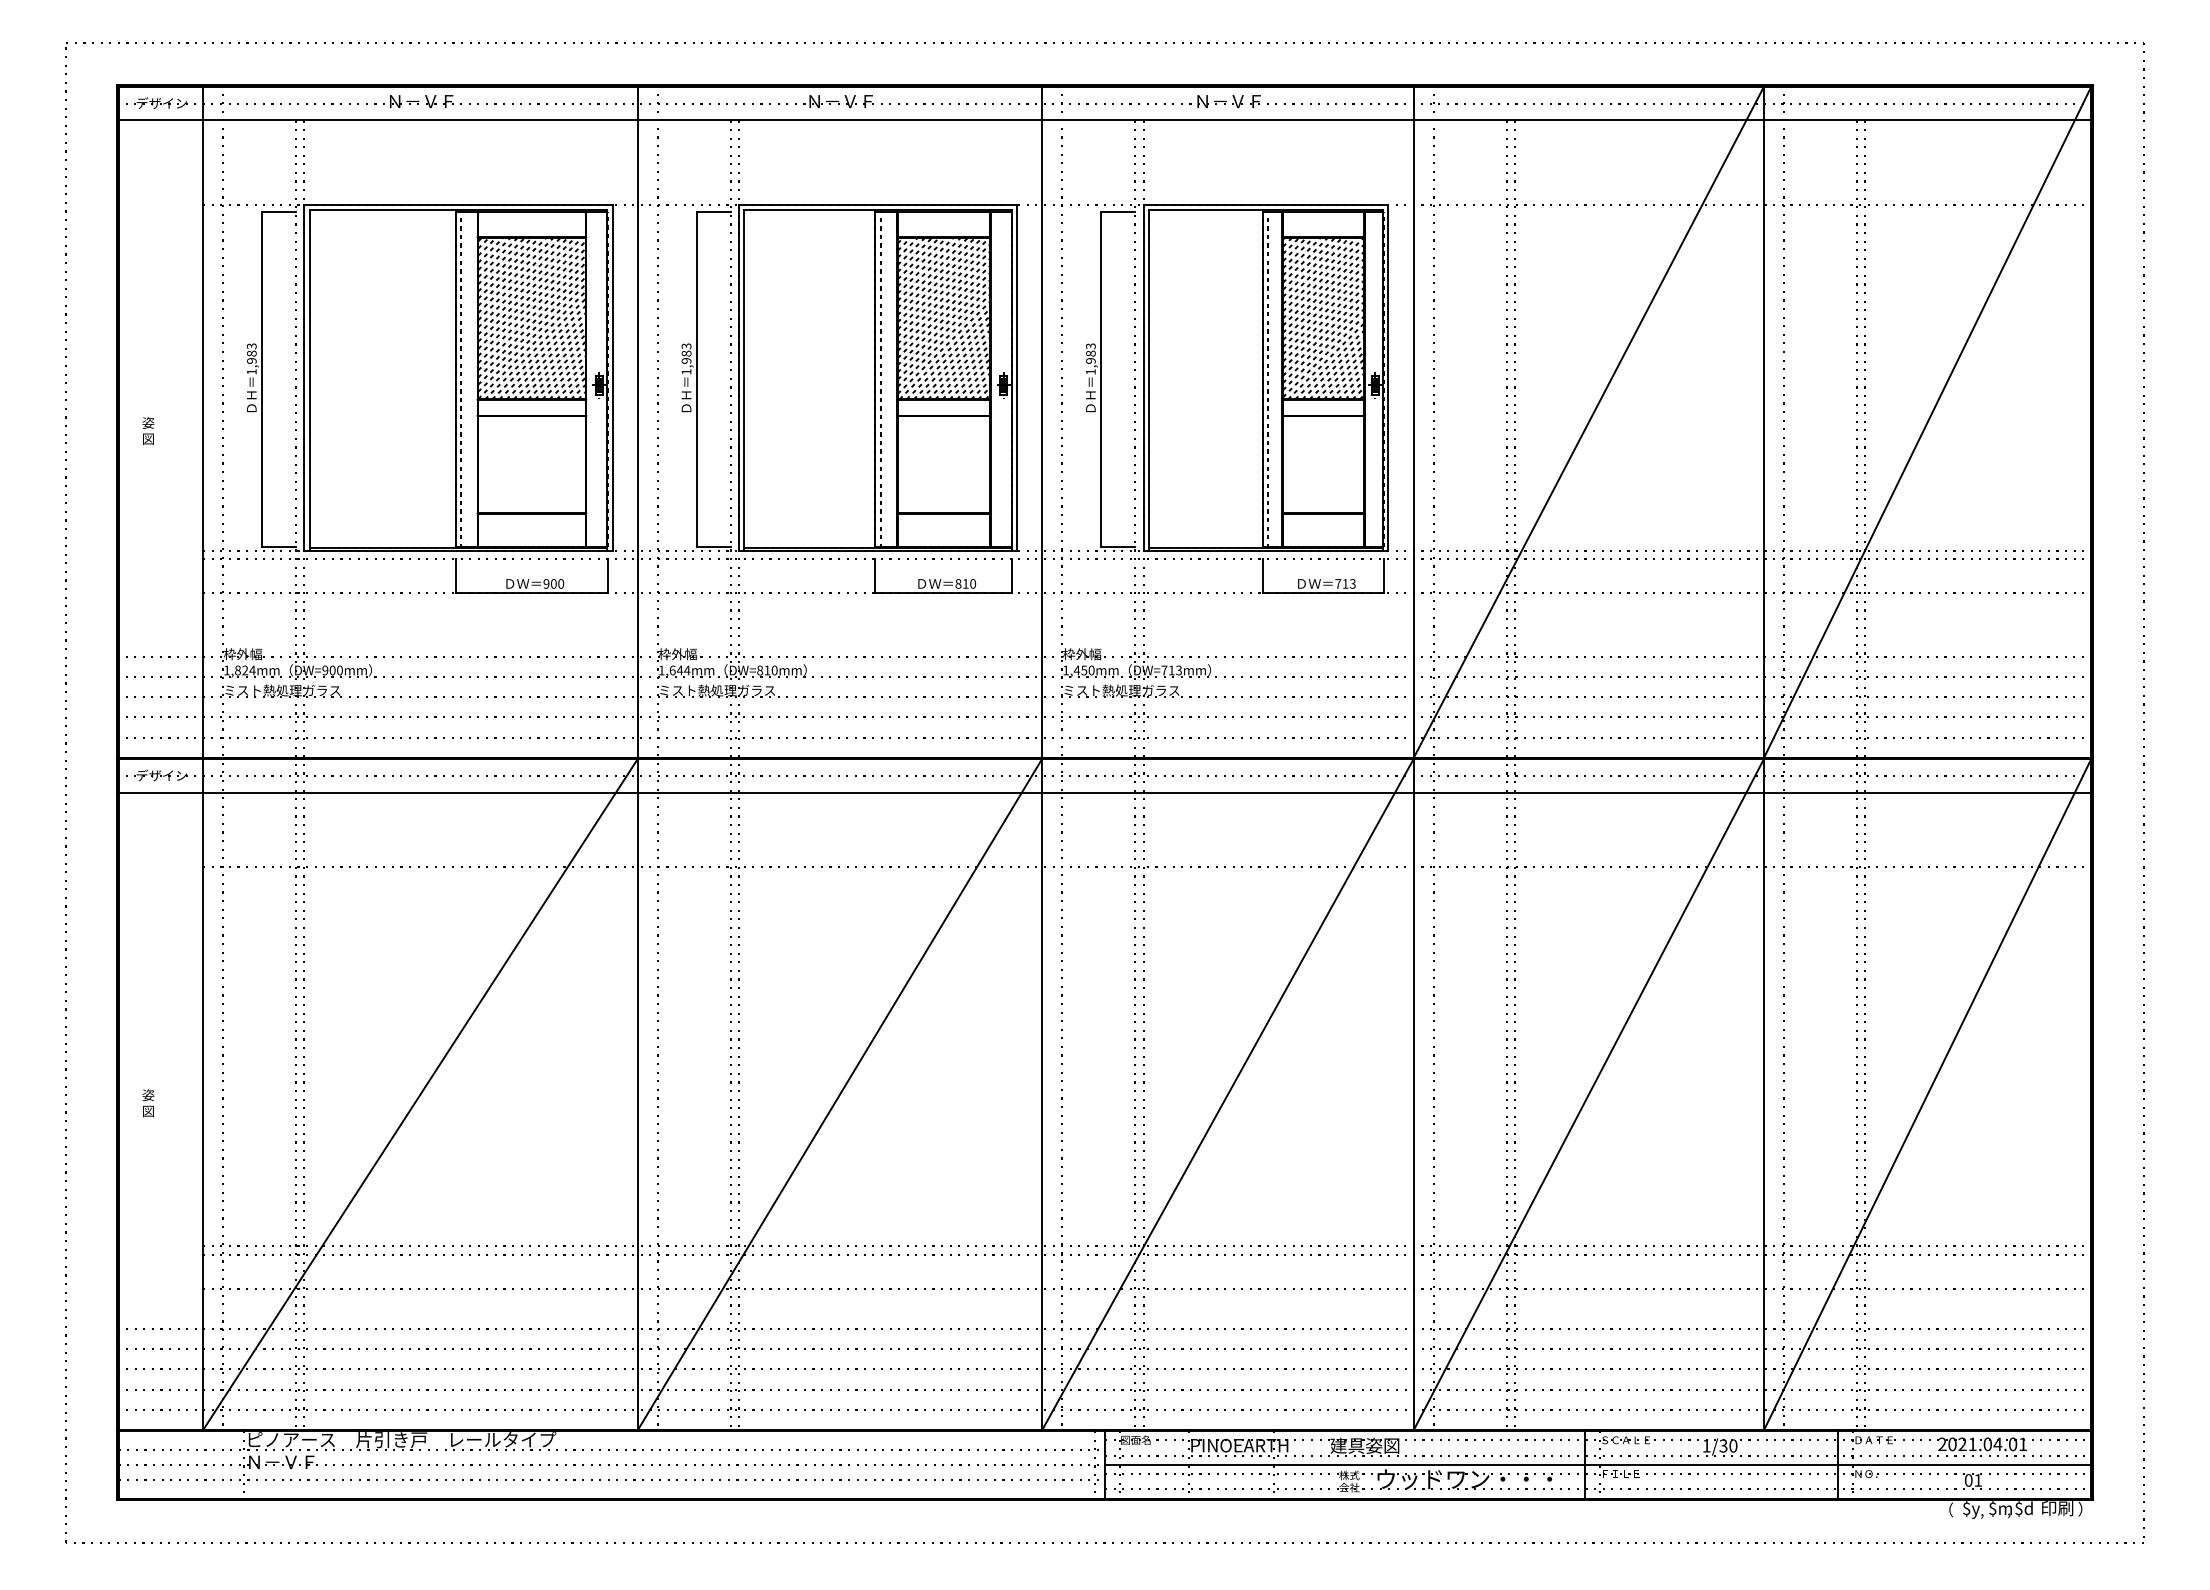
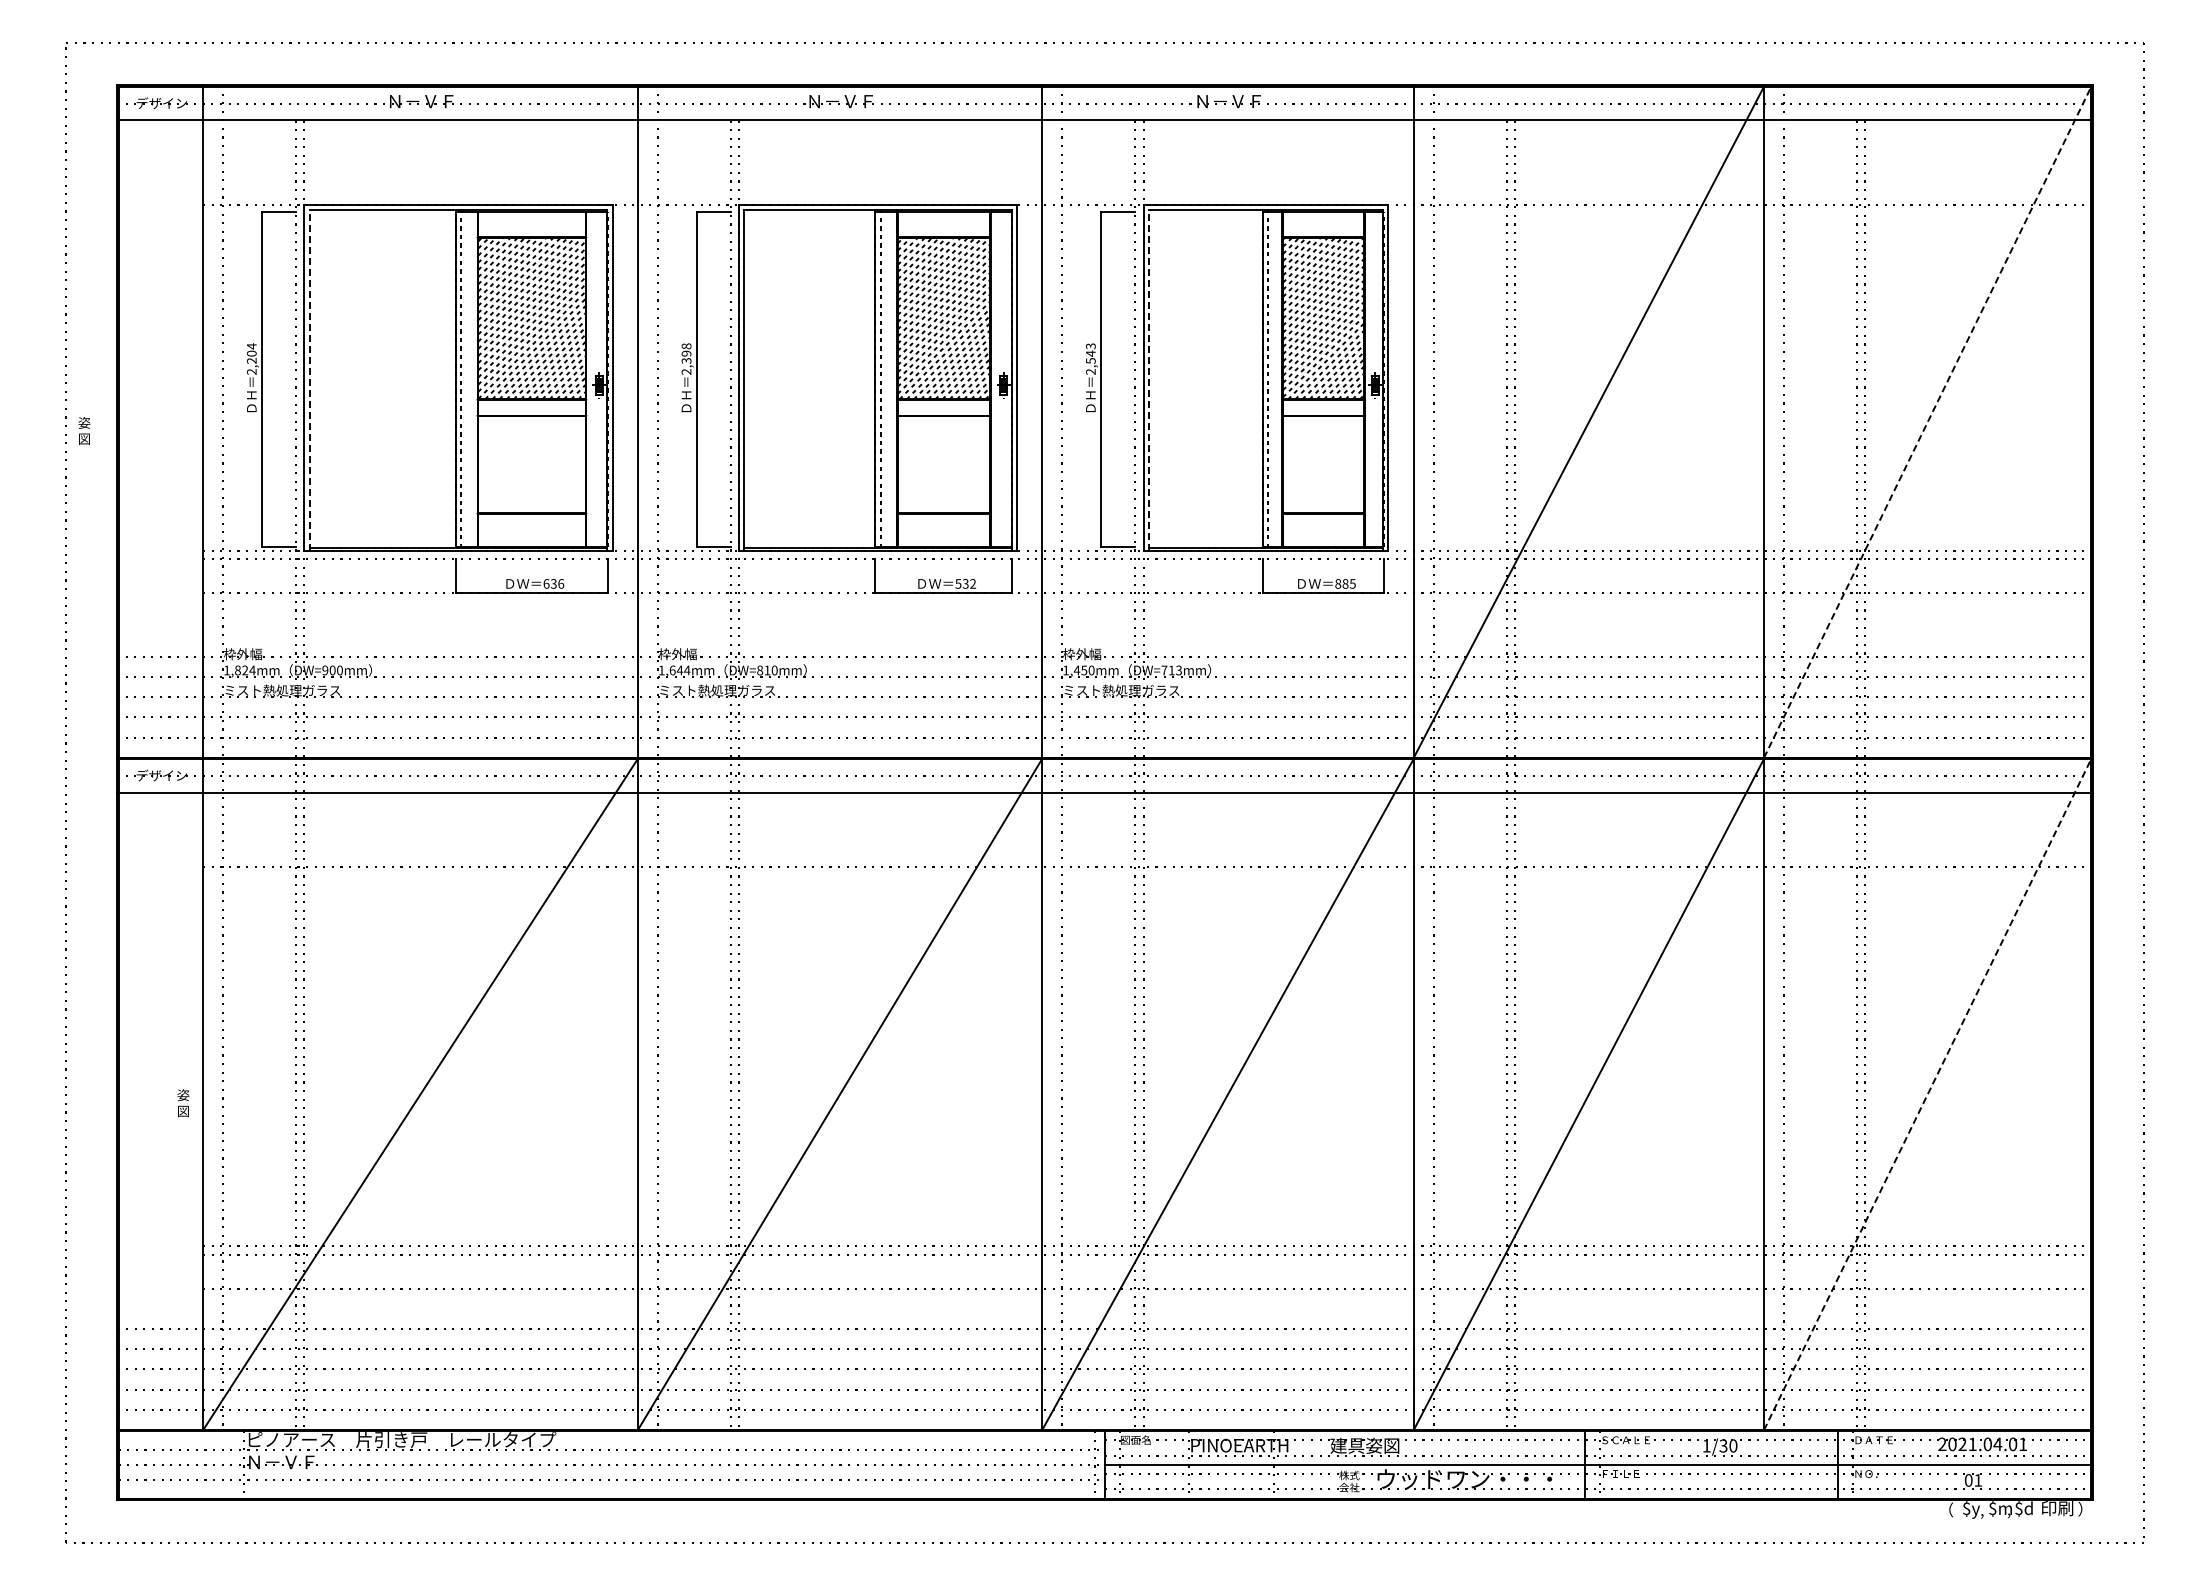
text at (251, 358): 1,983 -> 2,204
text at (686, 358): 1,983 -> 2,398
text at (1090, 362): 1,983 -> 2,543
line at (309, 379): solid -> dashed
line at (1148, 379): solid -> dashed
line at (1927, 421): solid -> dashed
text at (148, 430) position: (148, 430) -> (84, 430)
text at (553, 583): 900 -> 636
text at (965, 583): 810 -> 532
text at (1345, 583): 713 -> 885
line at (1927, 1094): solid -> dashed
text at (148, 1103) position: (148, 1103) -> (183, 1103)
